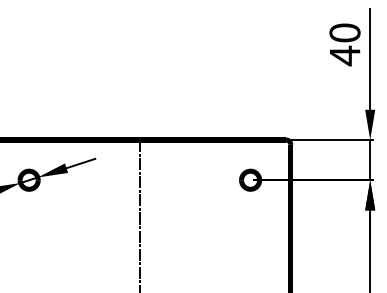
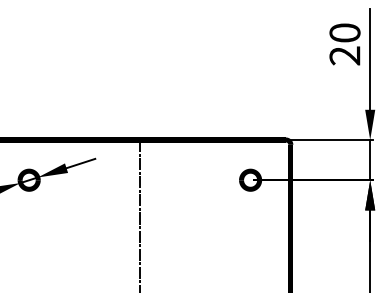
text at (344, 55): 40 -> 20
